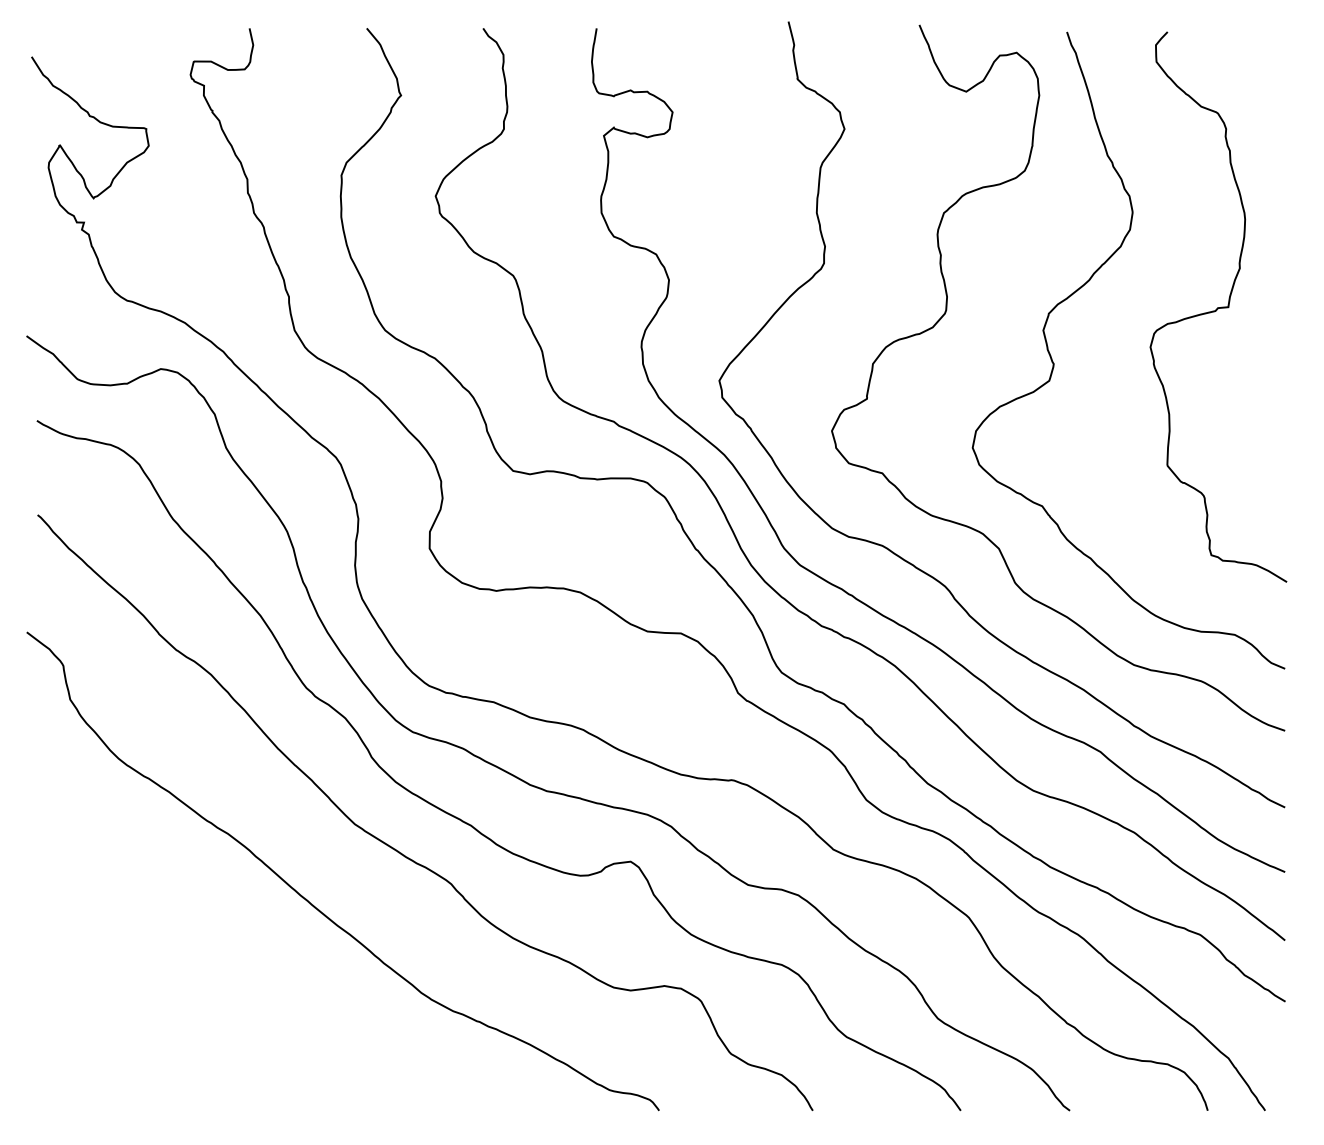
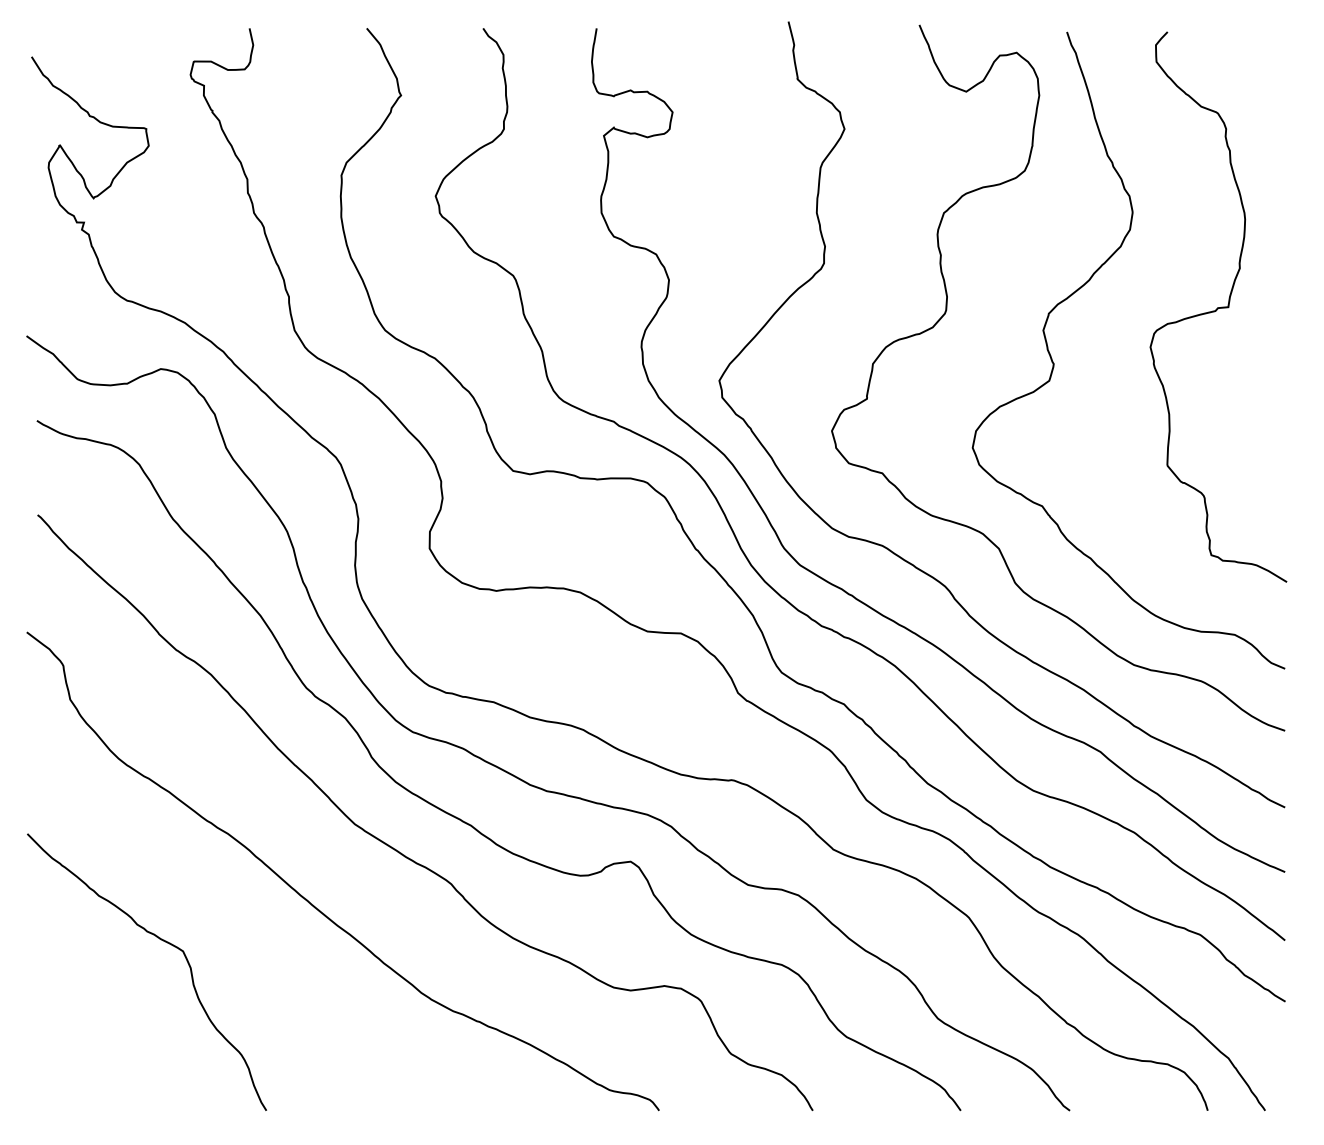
curve at (161, 940): none -> present
